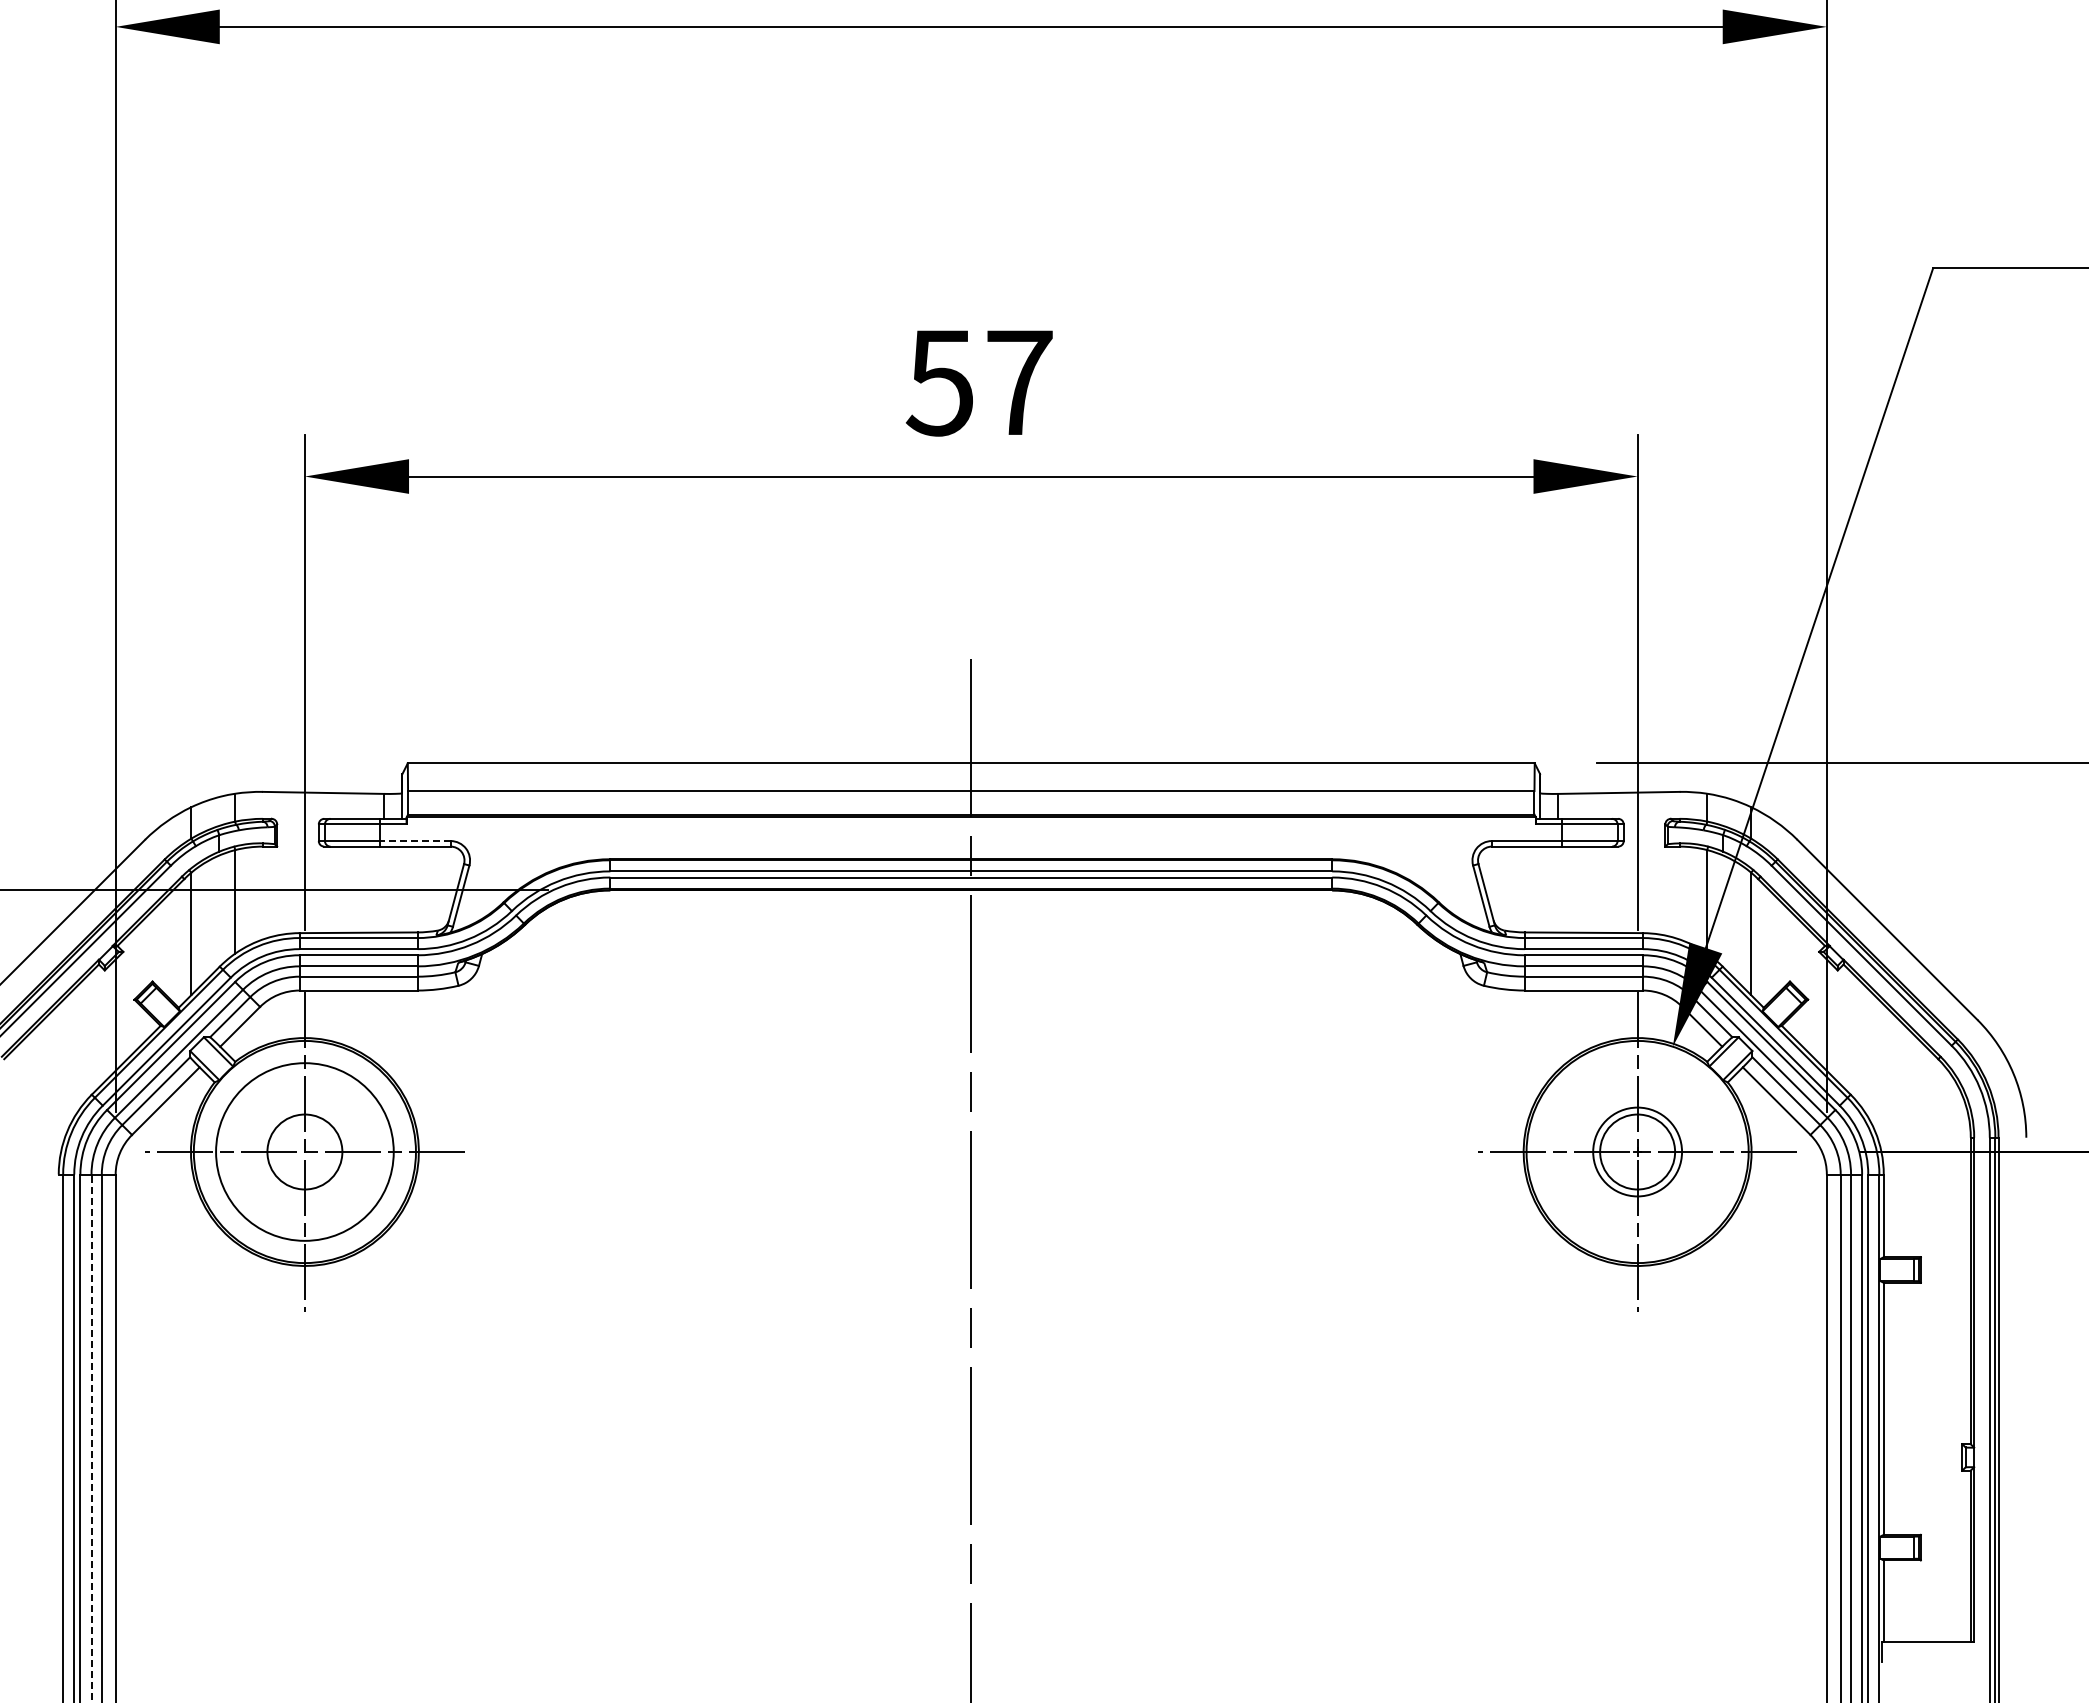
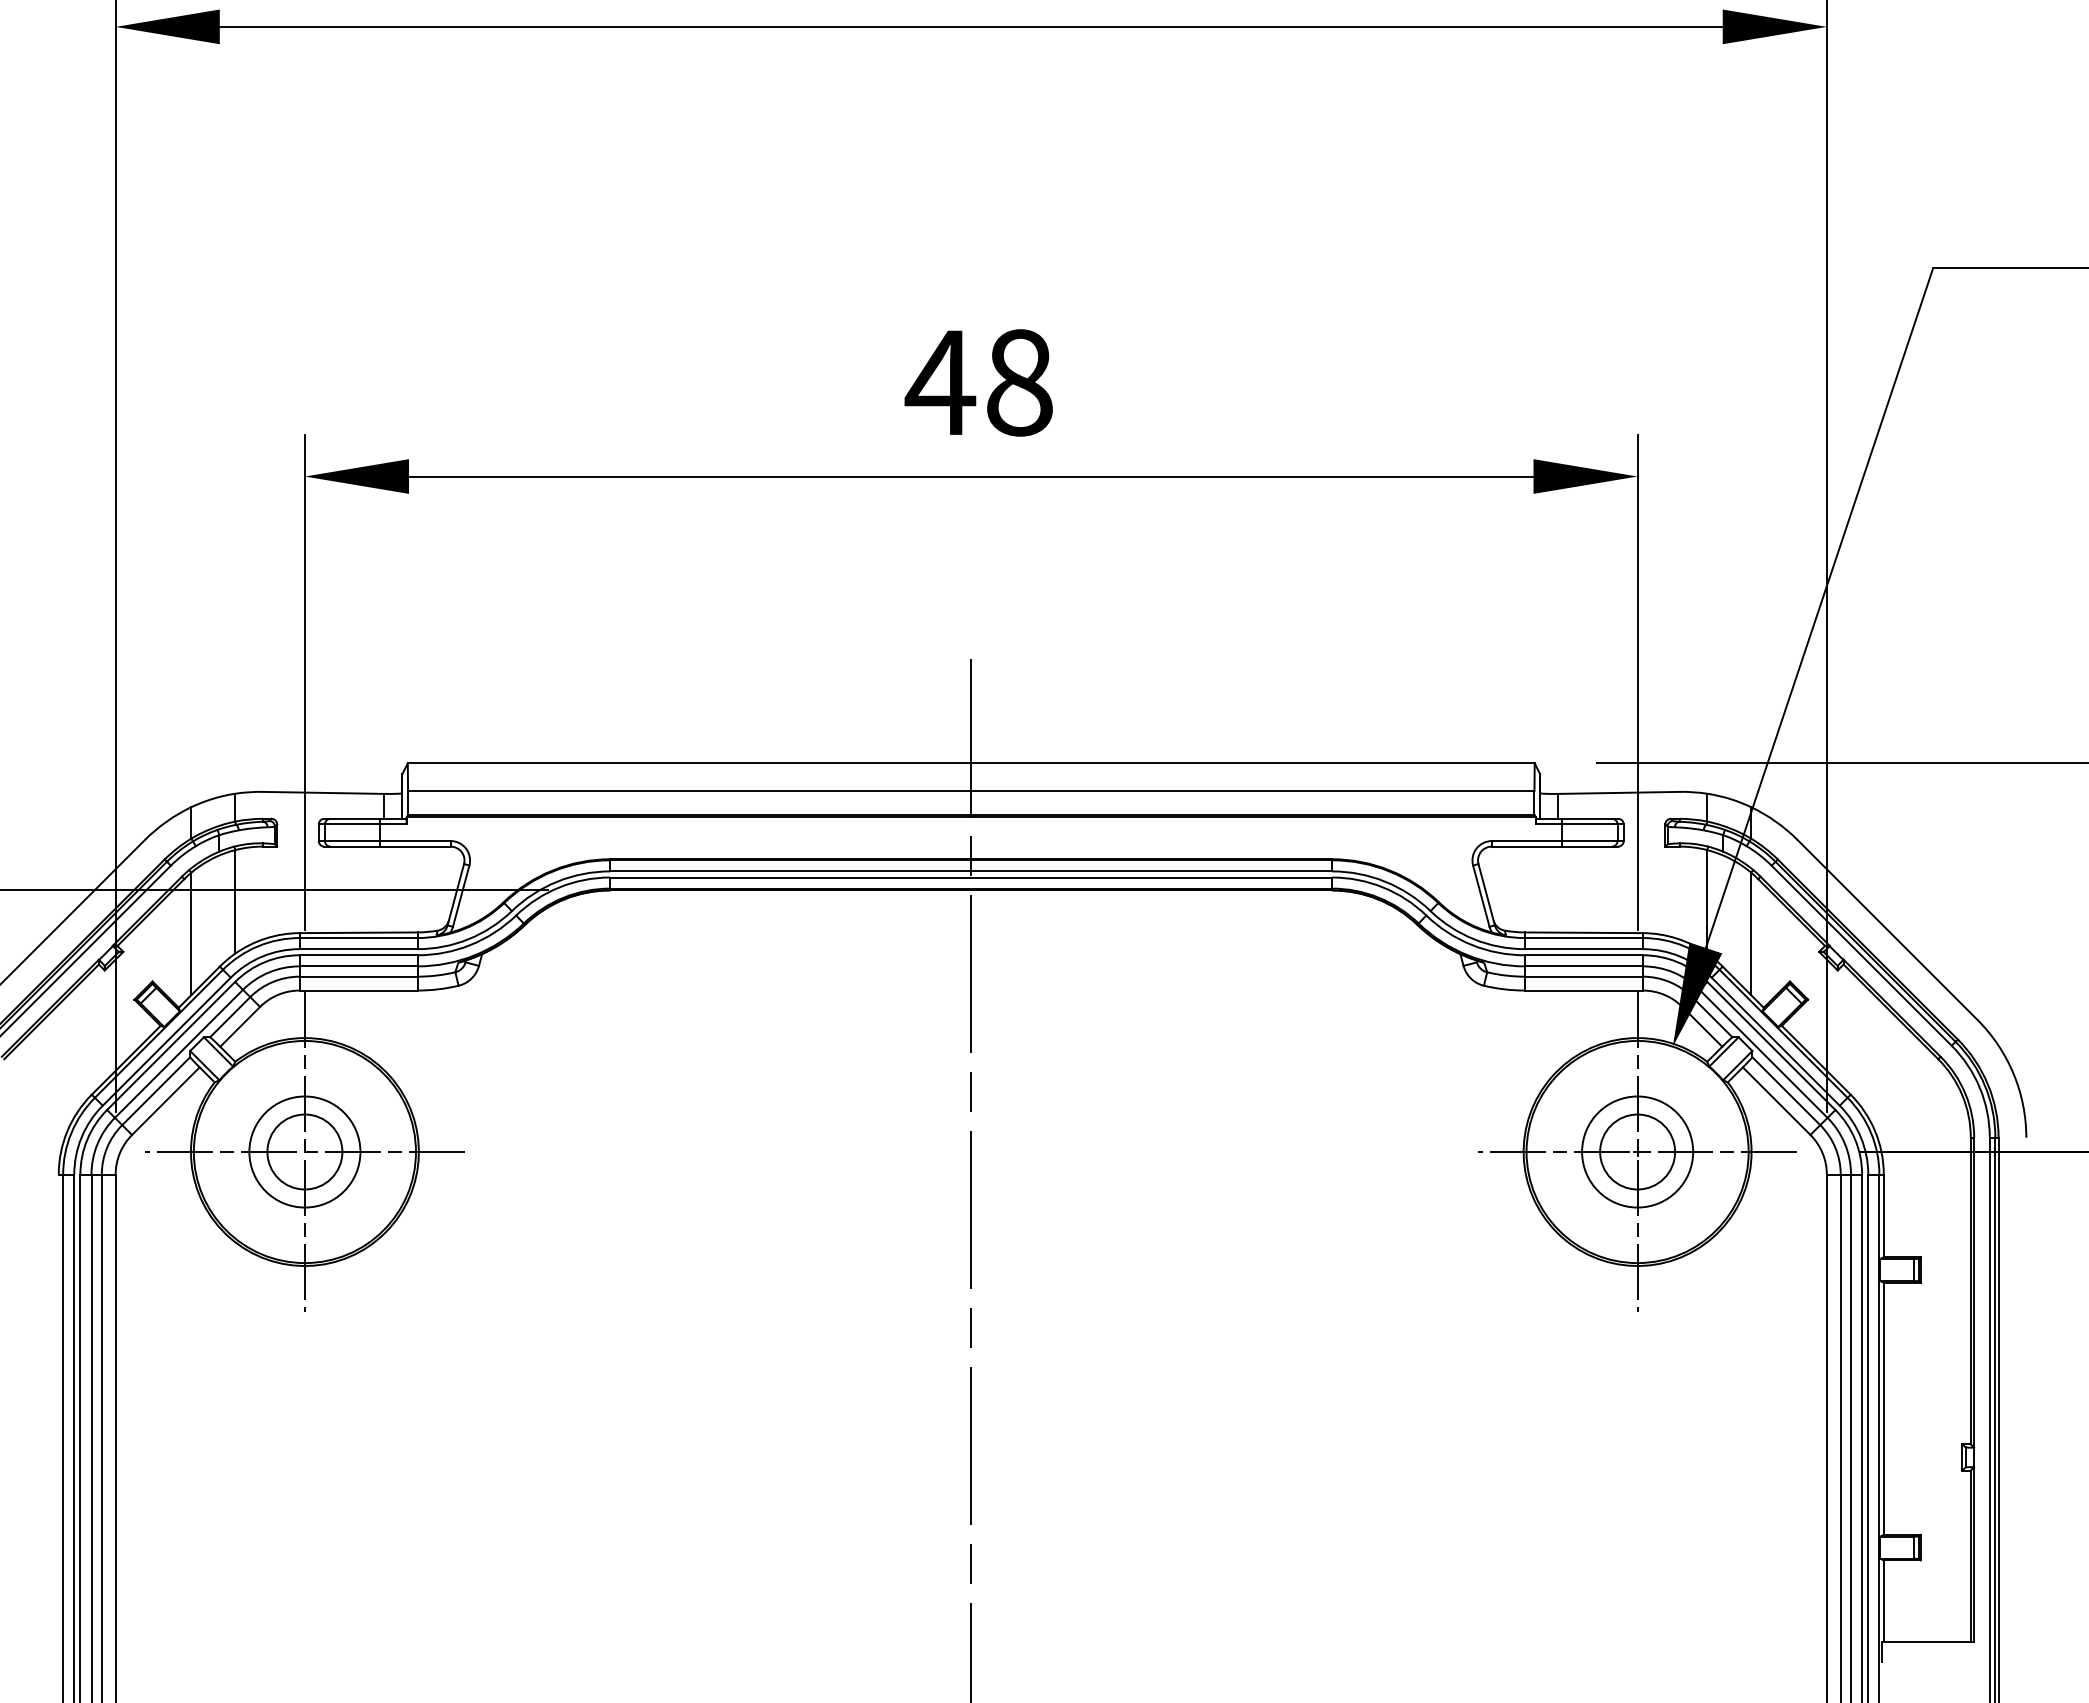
text at (978, 382): 57 -> 48
line at (415, 841): dashed -> solid
circle at (304, 1151) diameter: 178 px -> 111 px
circle at (1637, 1151) diameter: 89 px -> 111 px
line at (91, 1438): dashed -> solid
